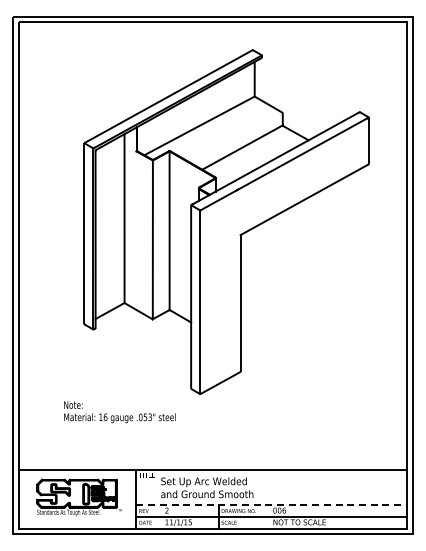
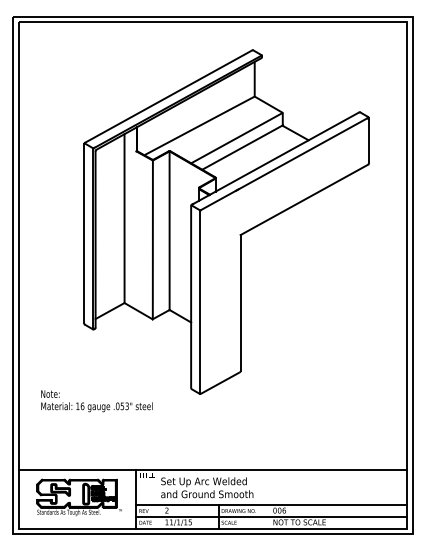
line at (236, 138): none -> present
text at (119, 412) position: (119, 412) -> (96, 401)
line at (272, 505): dashed -> solid
